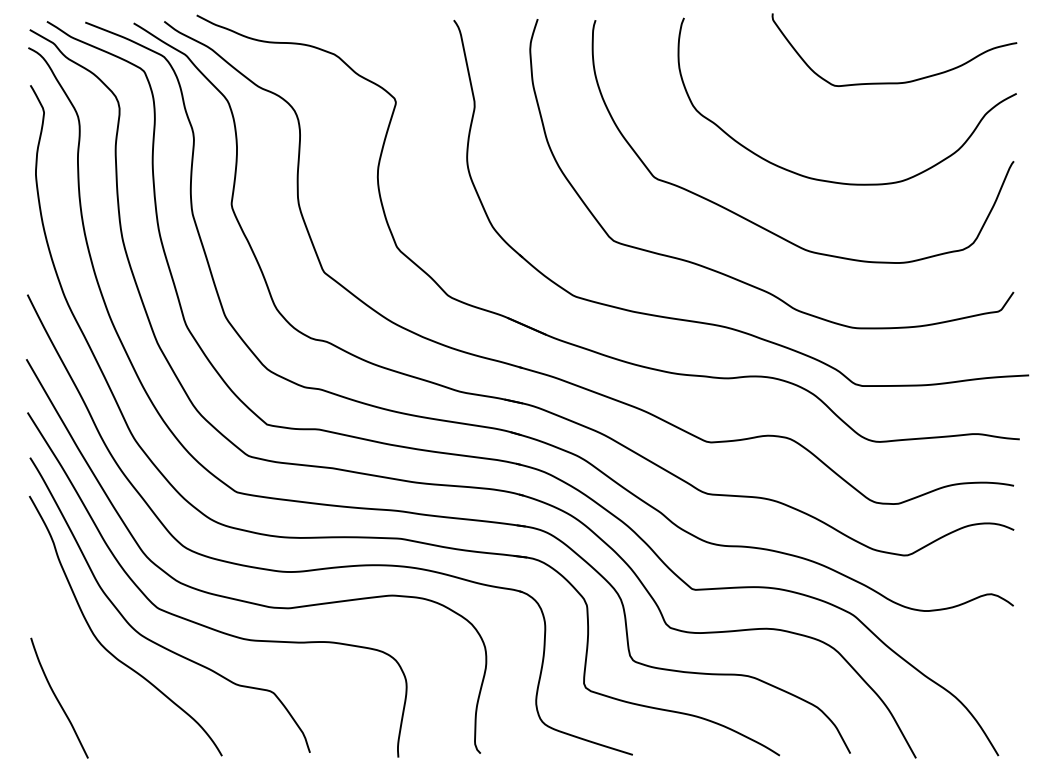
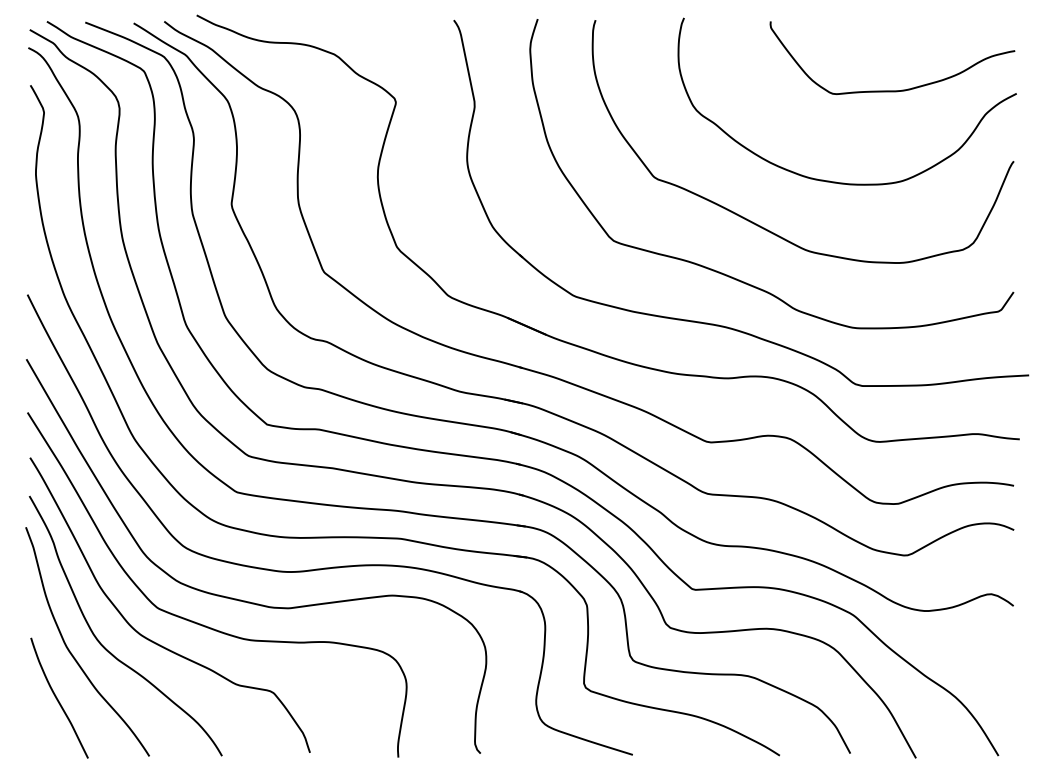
curve at (894, 82) position: (894, 82) -> (892, 90)
curve at (72, 653): none -> present
